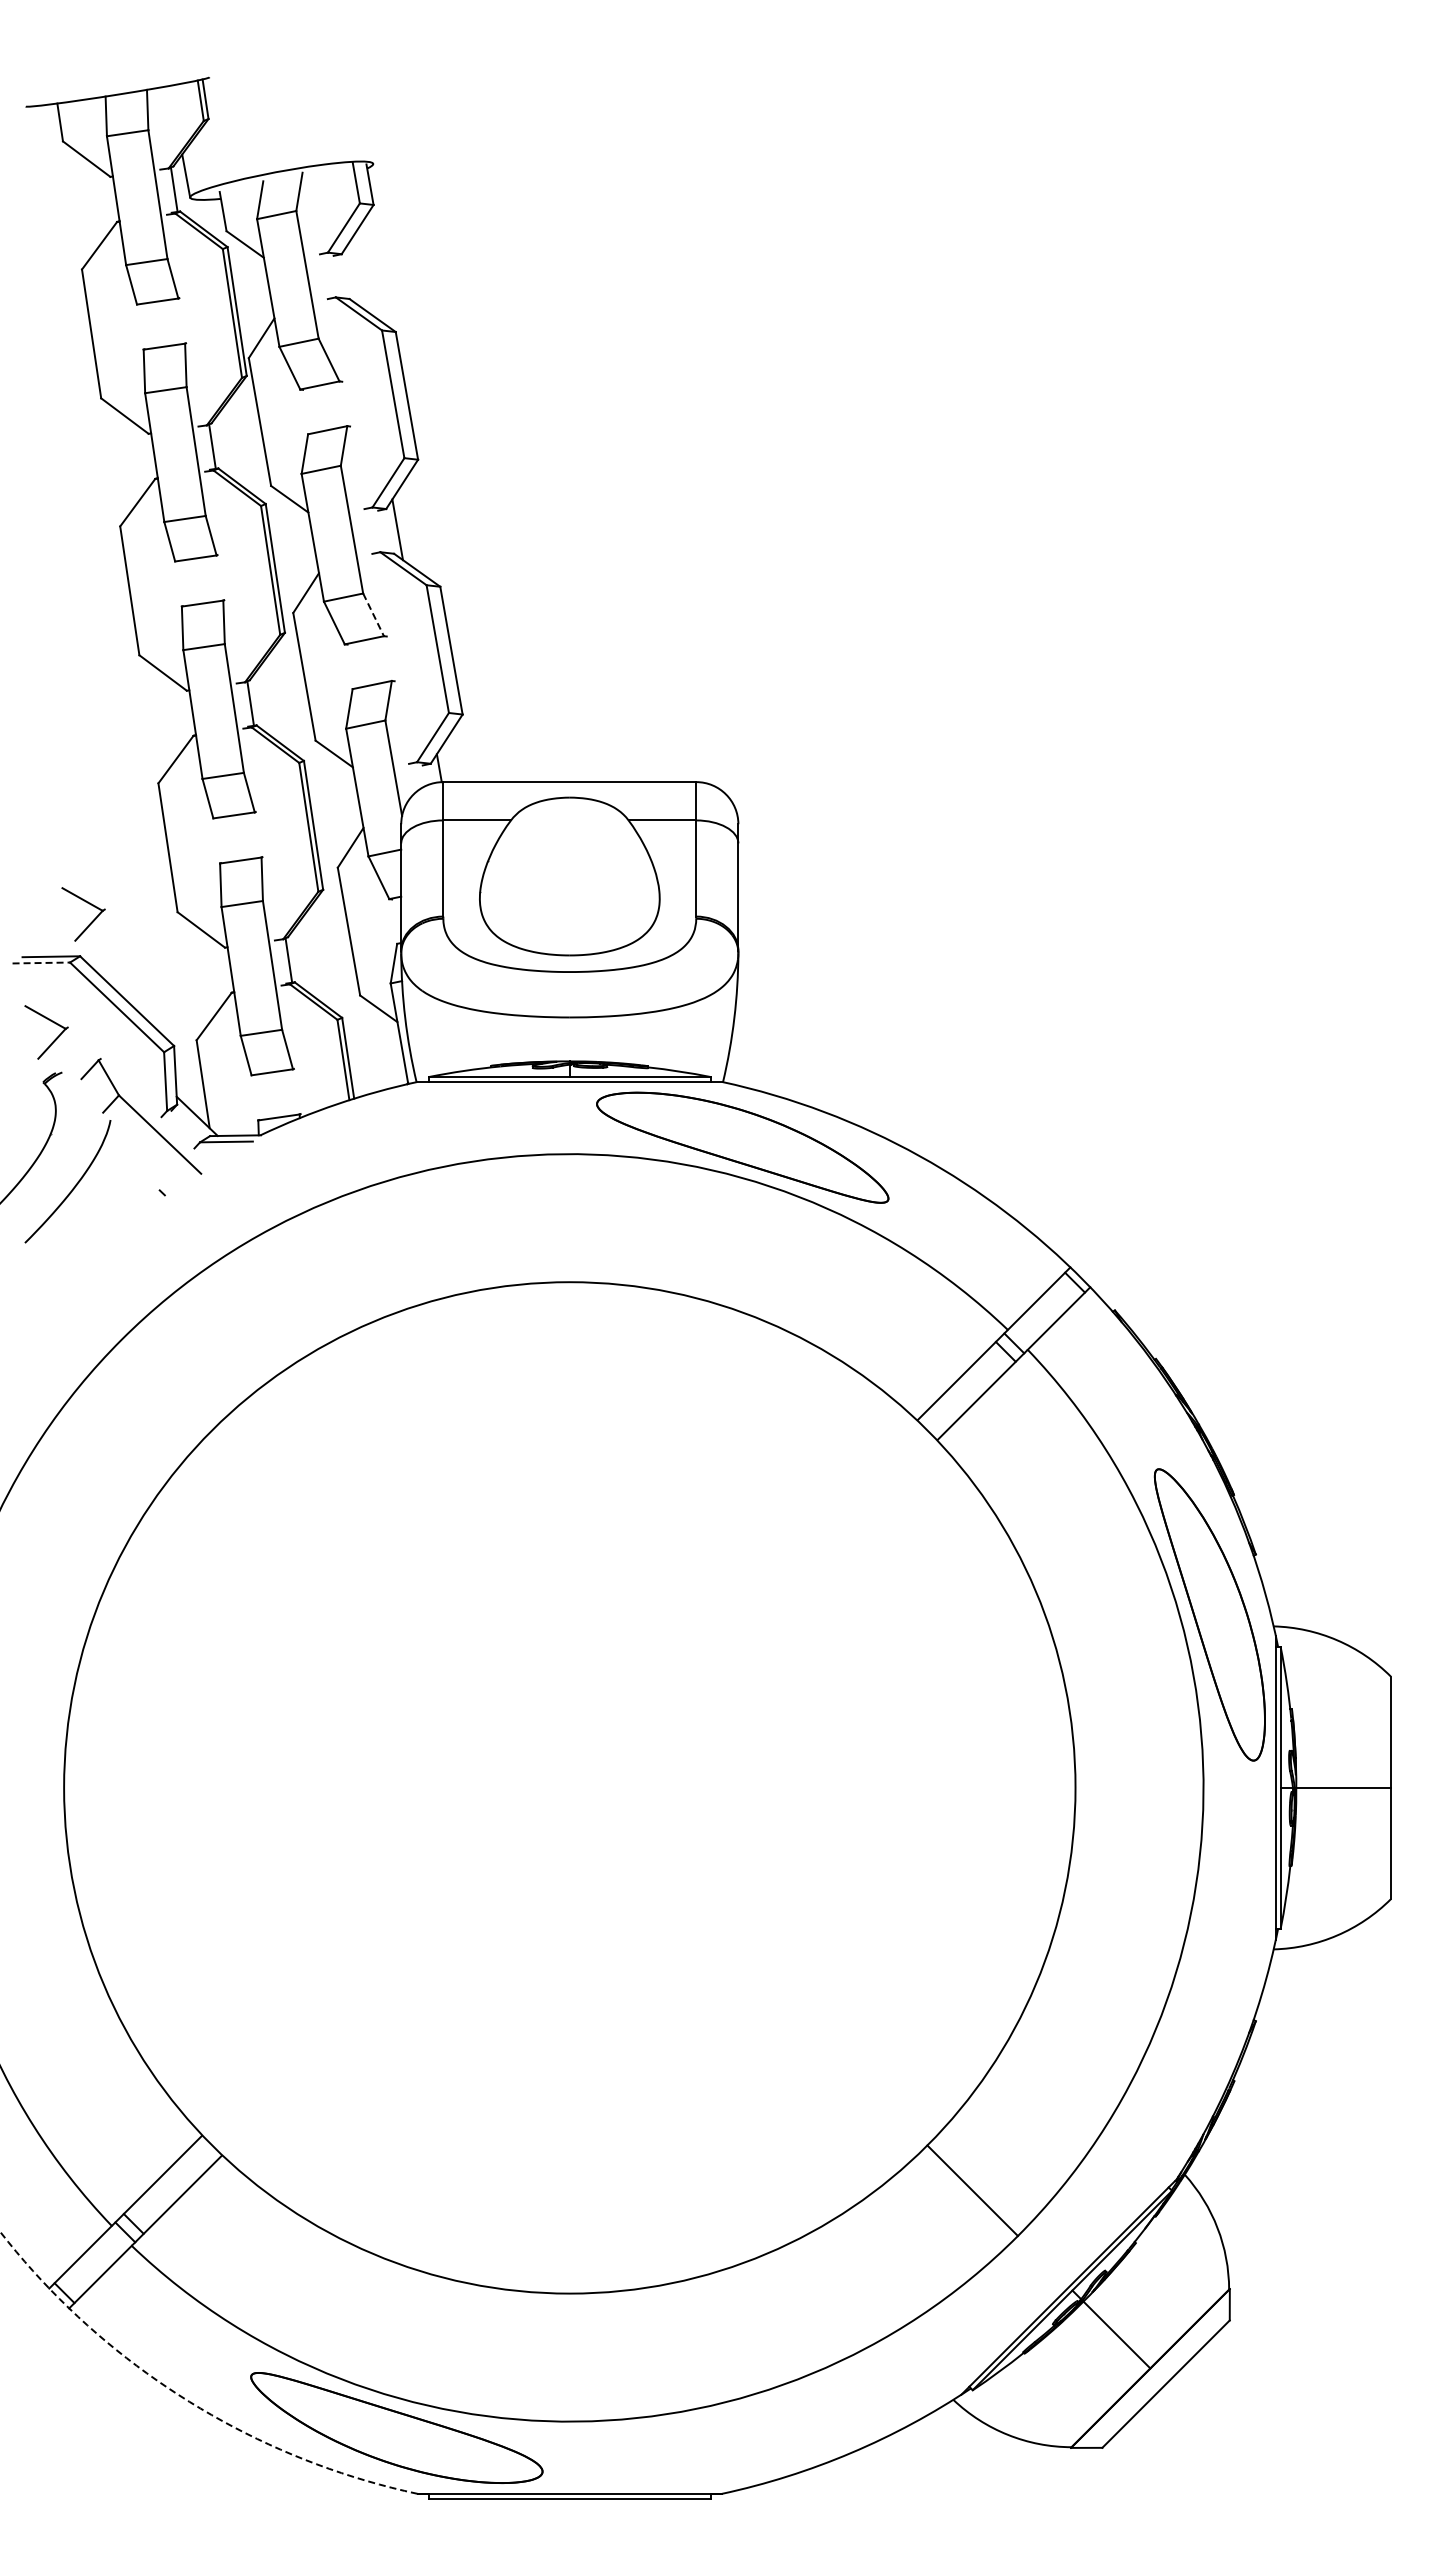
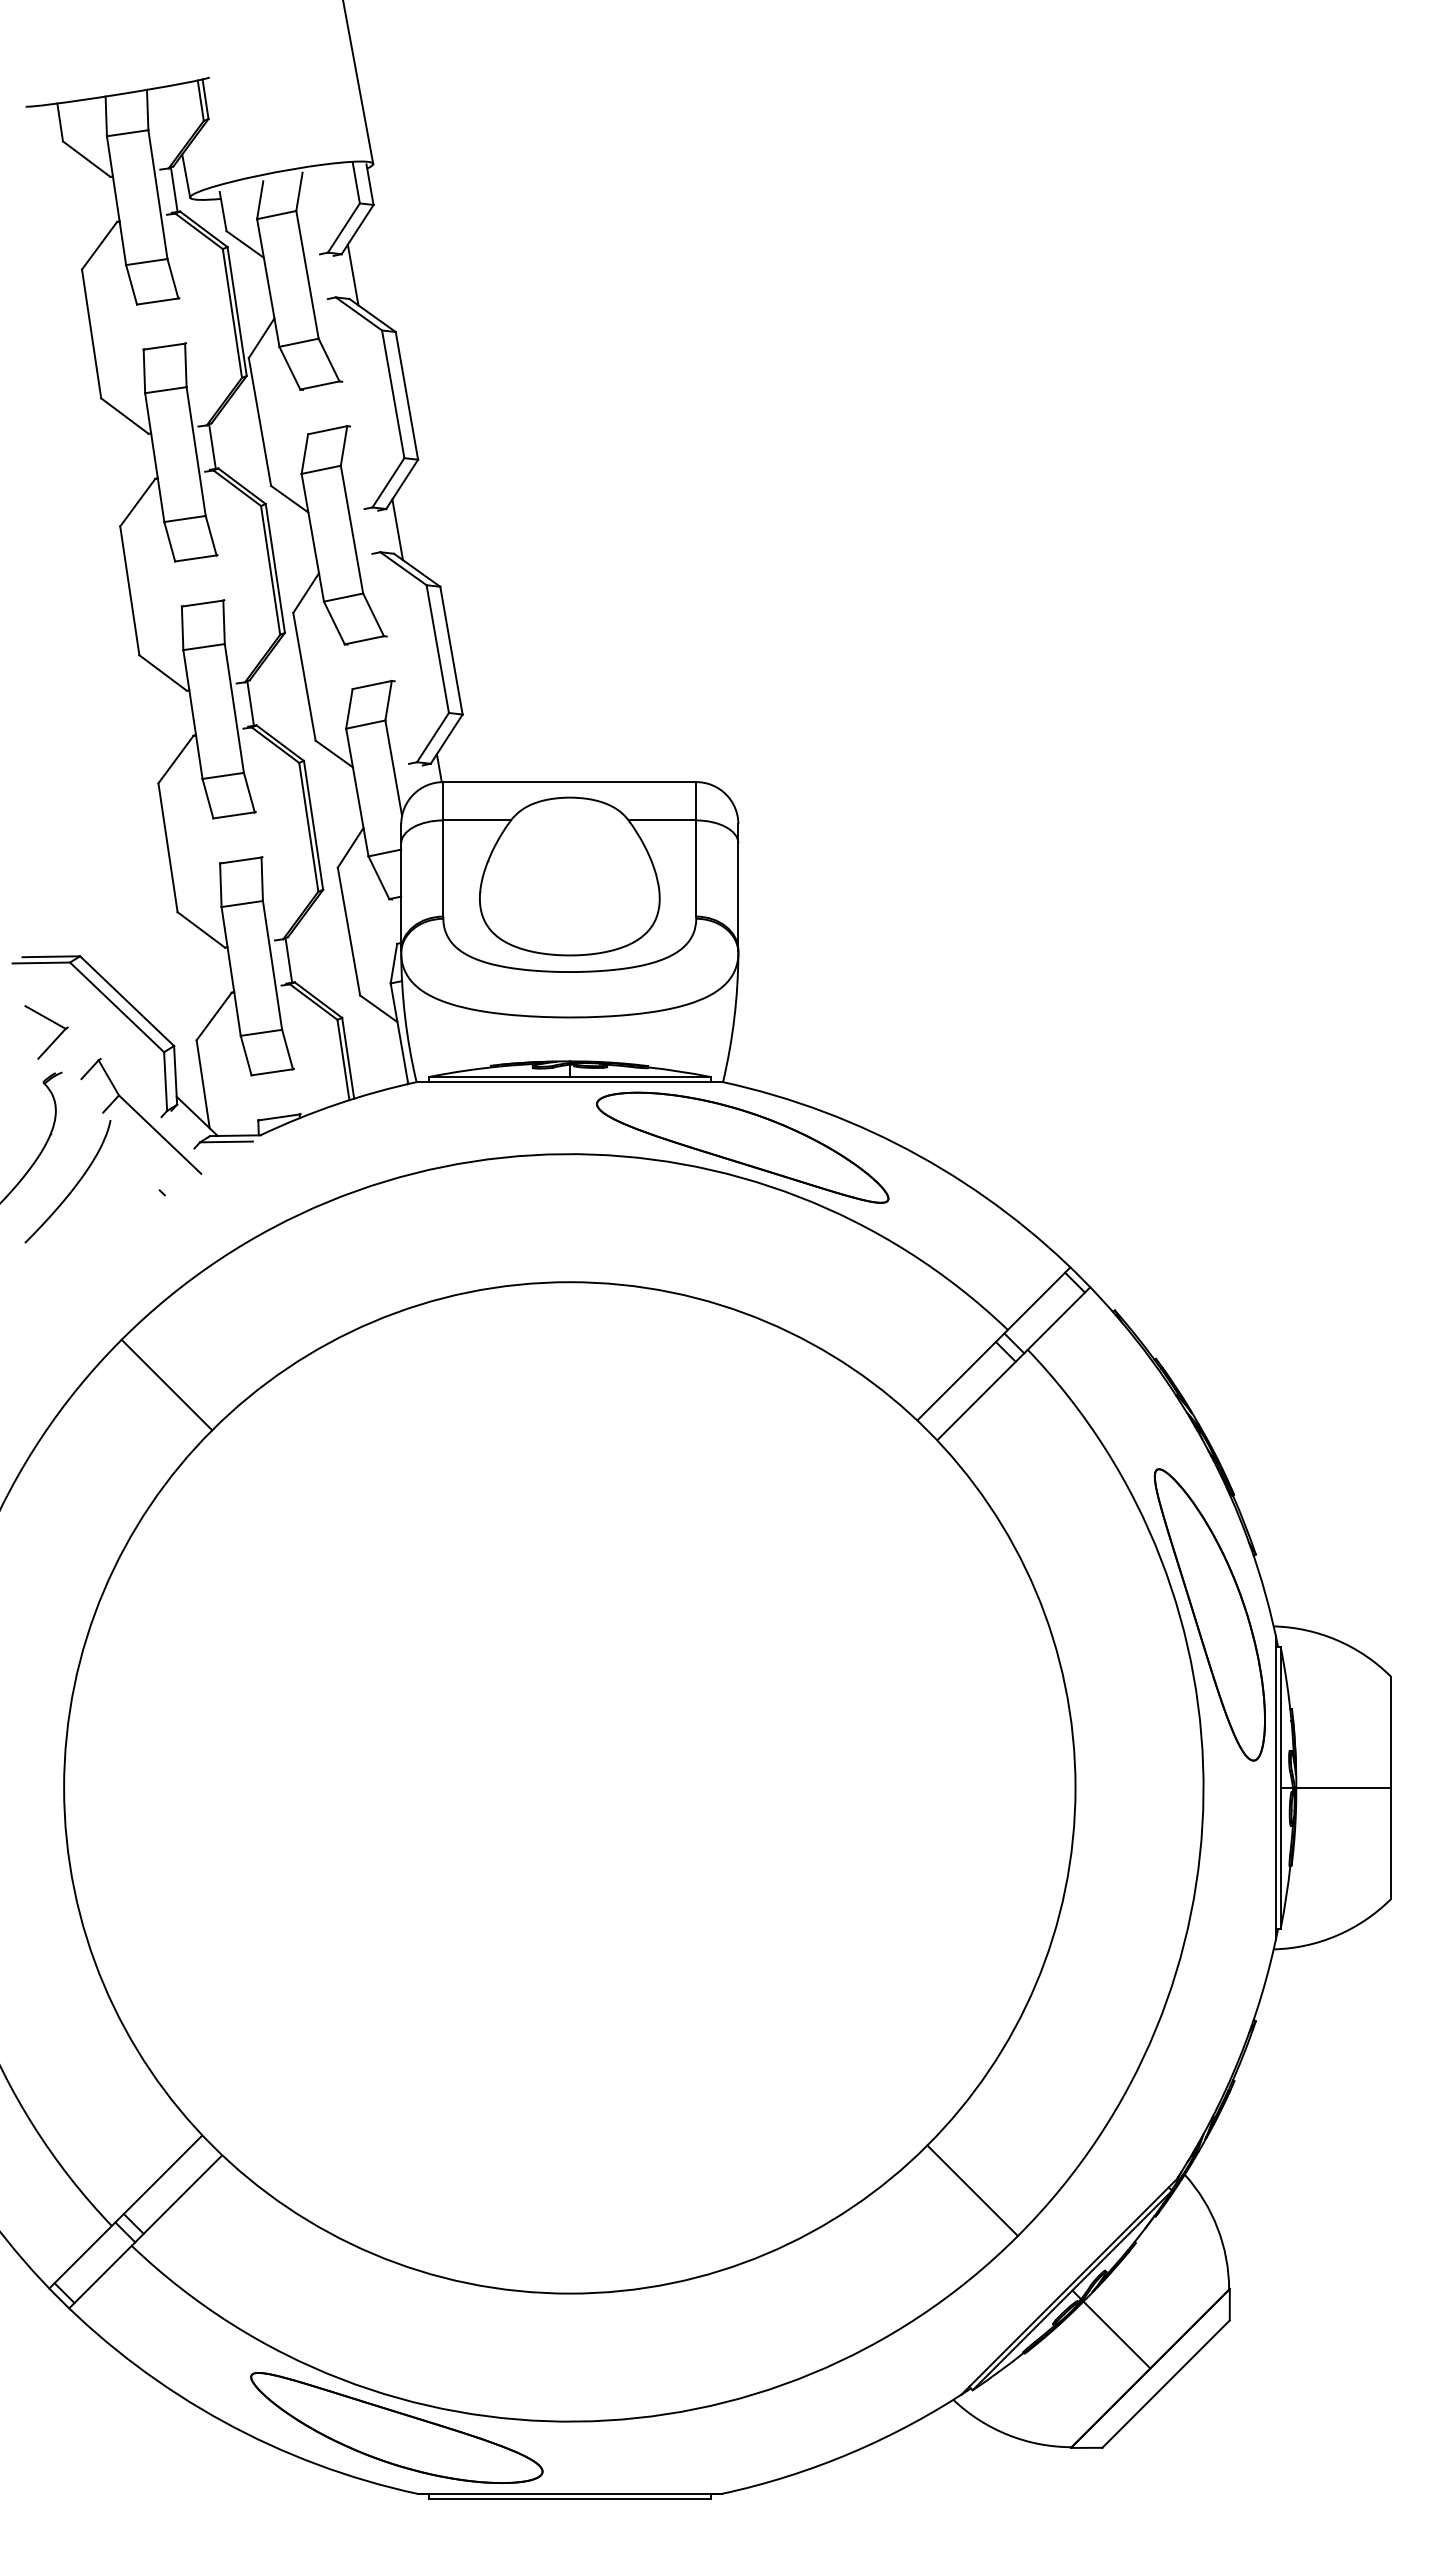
line at (358, 82): none -> present
line at (352, 274): none -> present
line at (373, 614): dashed -> solid
part at (91, 921): present -> none
line at (41, 963): dashed -> solid
line at (166, 1384): none -> present
arc at (185, 2399): dashed -> solid
